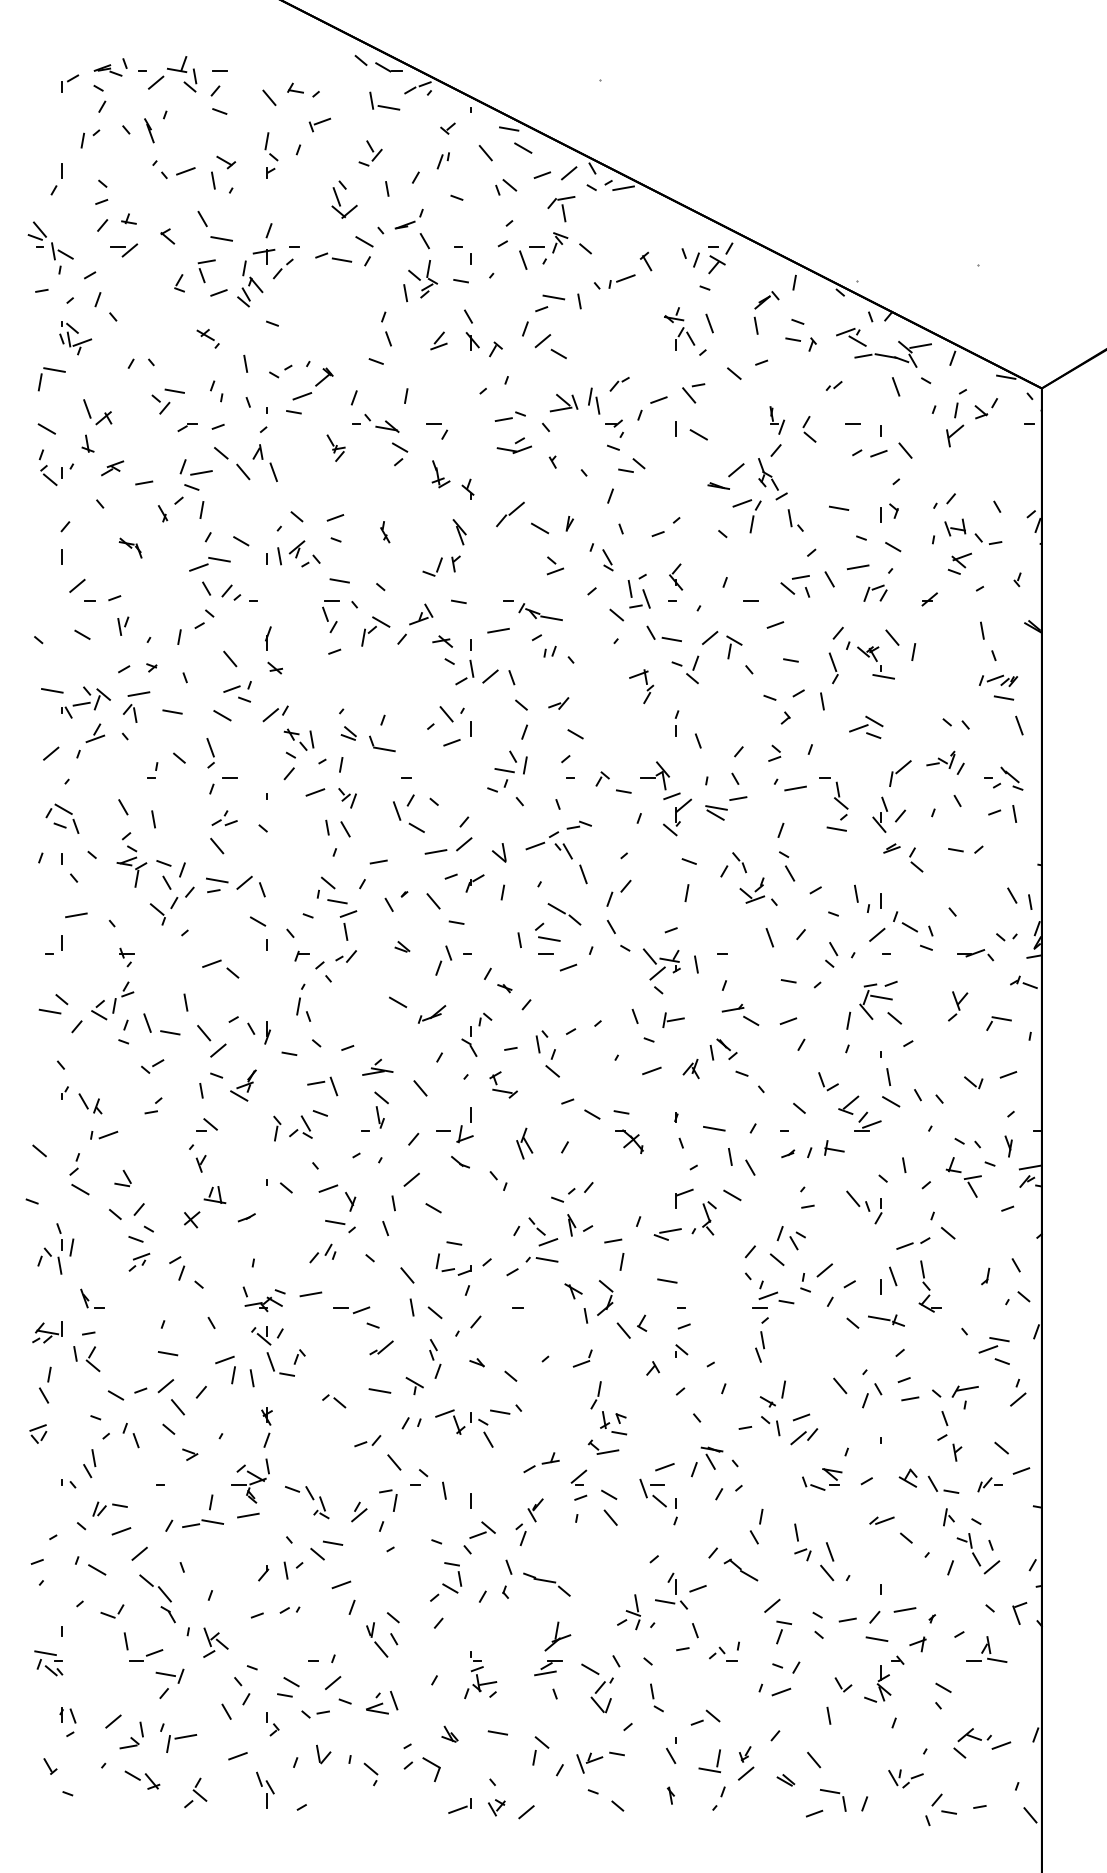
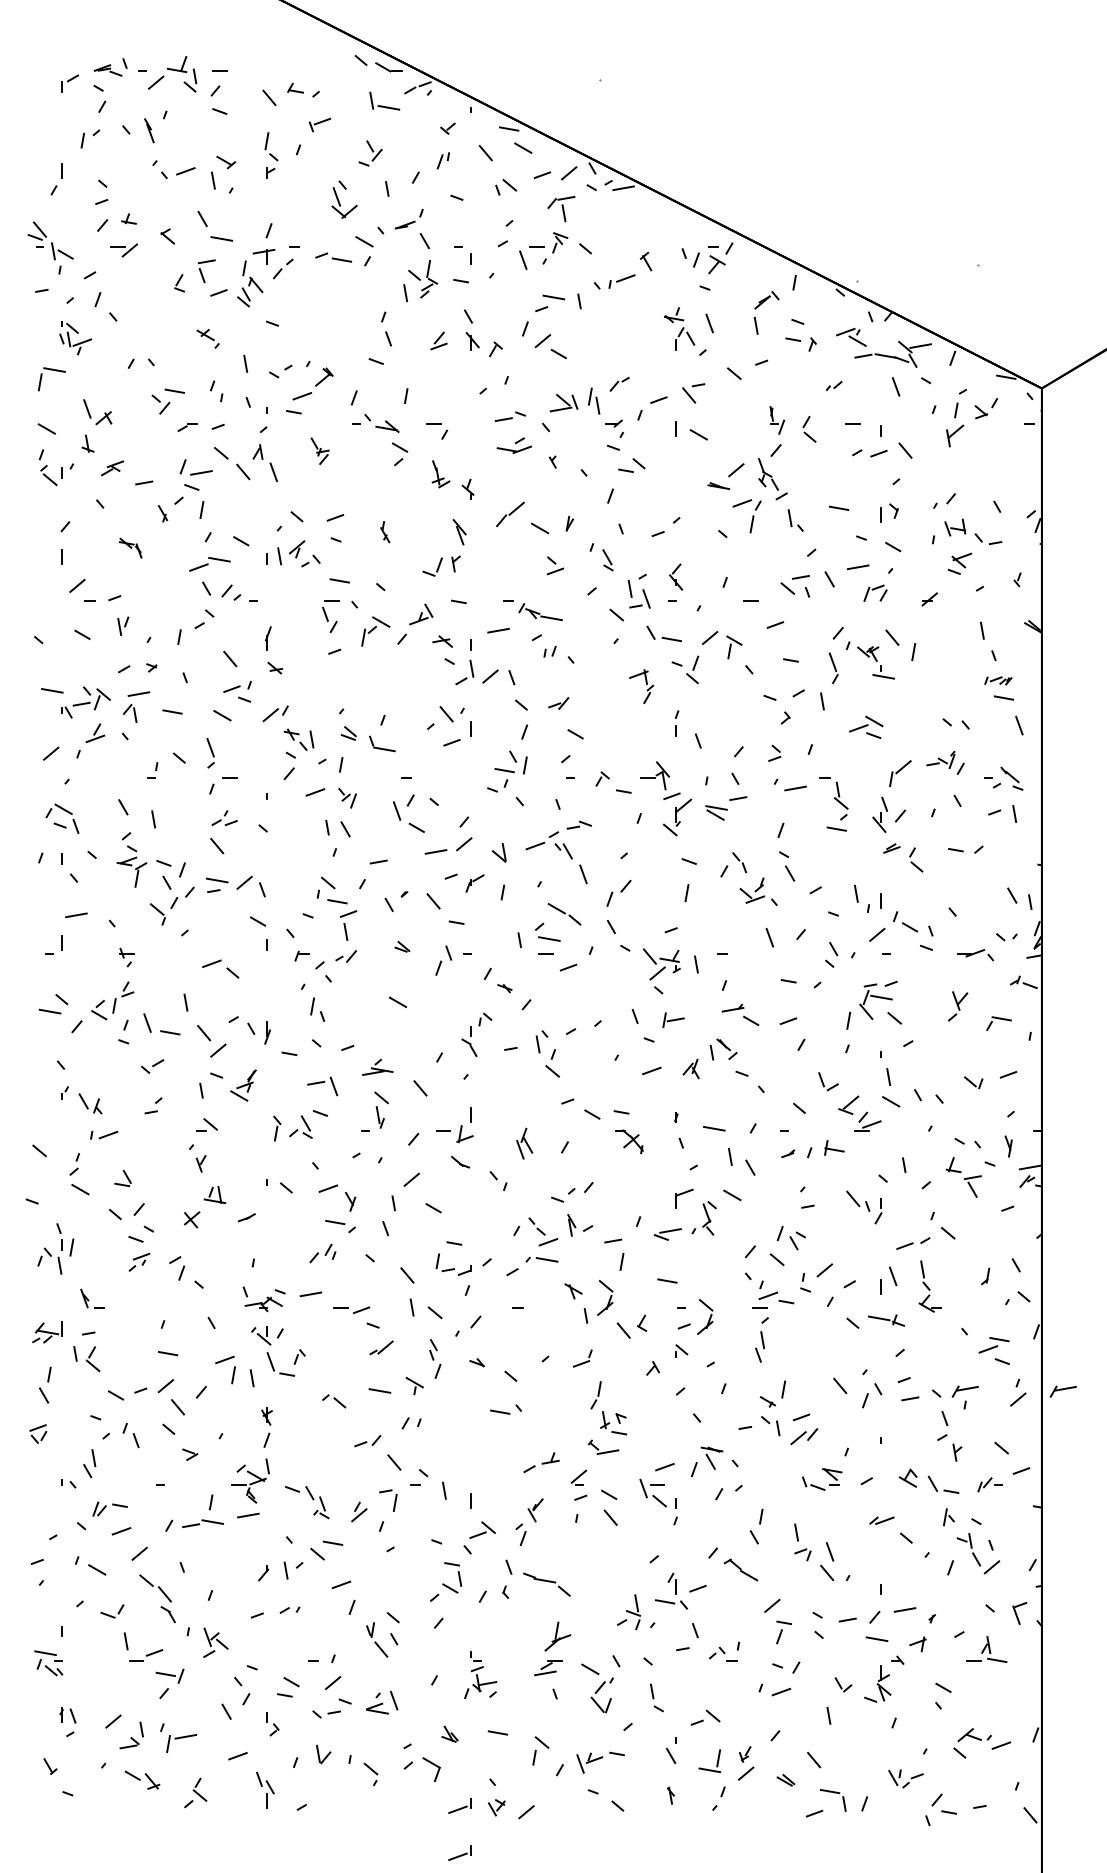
part at (335, 447) position: (335, 447) -> (319, 450)
part at (997, 680) size: 40x14 px -> 29x10 px
part at (303, 1009) position: (303, 1009) -> (317, 1009)
part at (431, 1014): present -> none
part at (503, 1084): present -> none
part at (705, 1316): none -> present
part at (1062, 1391): none -> present
part at (464, 1428): present -> none
part at (315, 1714) position: (315, 1714) -> (326, 1714)
part at (459, 1852): none -> present
